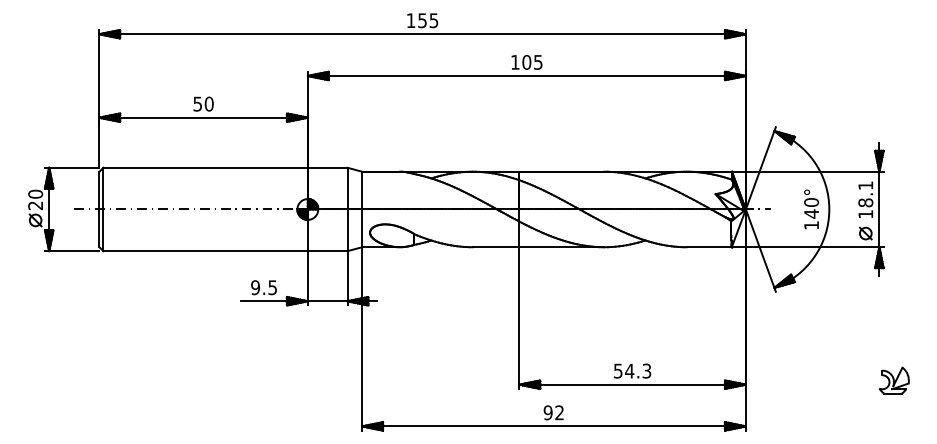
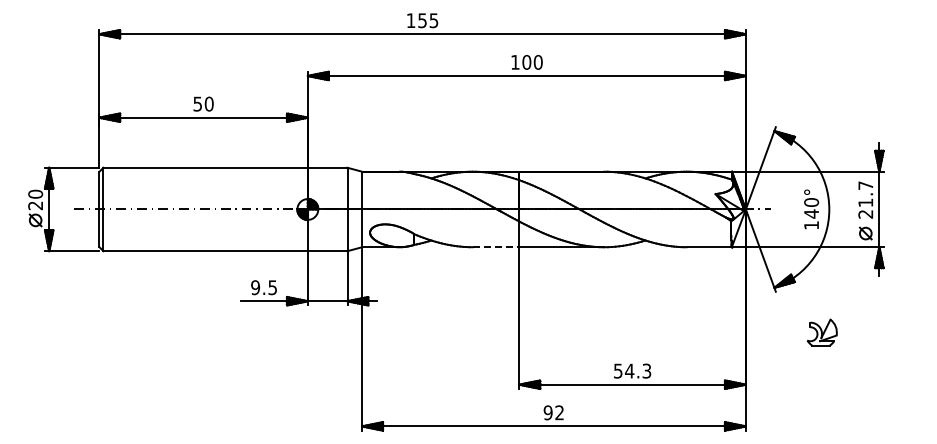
text at (537, 61): 105 -> 100
text at (865, 199): 18.1 -> 21.7
line at (496, 247): solid -> dashed
part at (893, 380) position: (893, 380) -> (821, 332)
